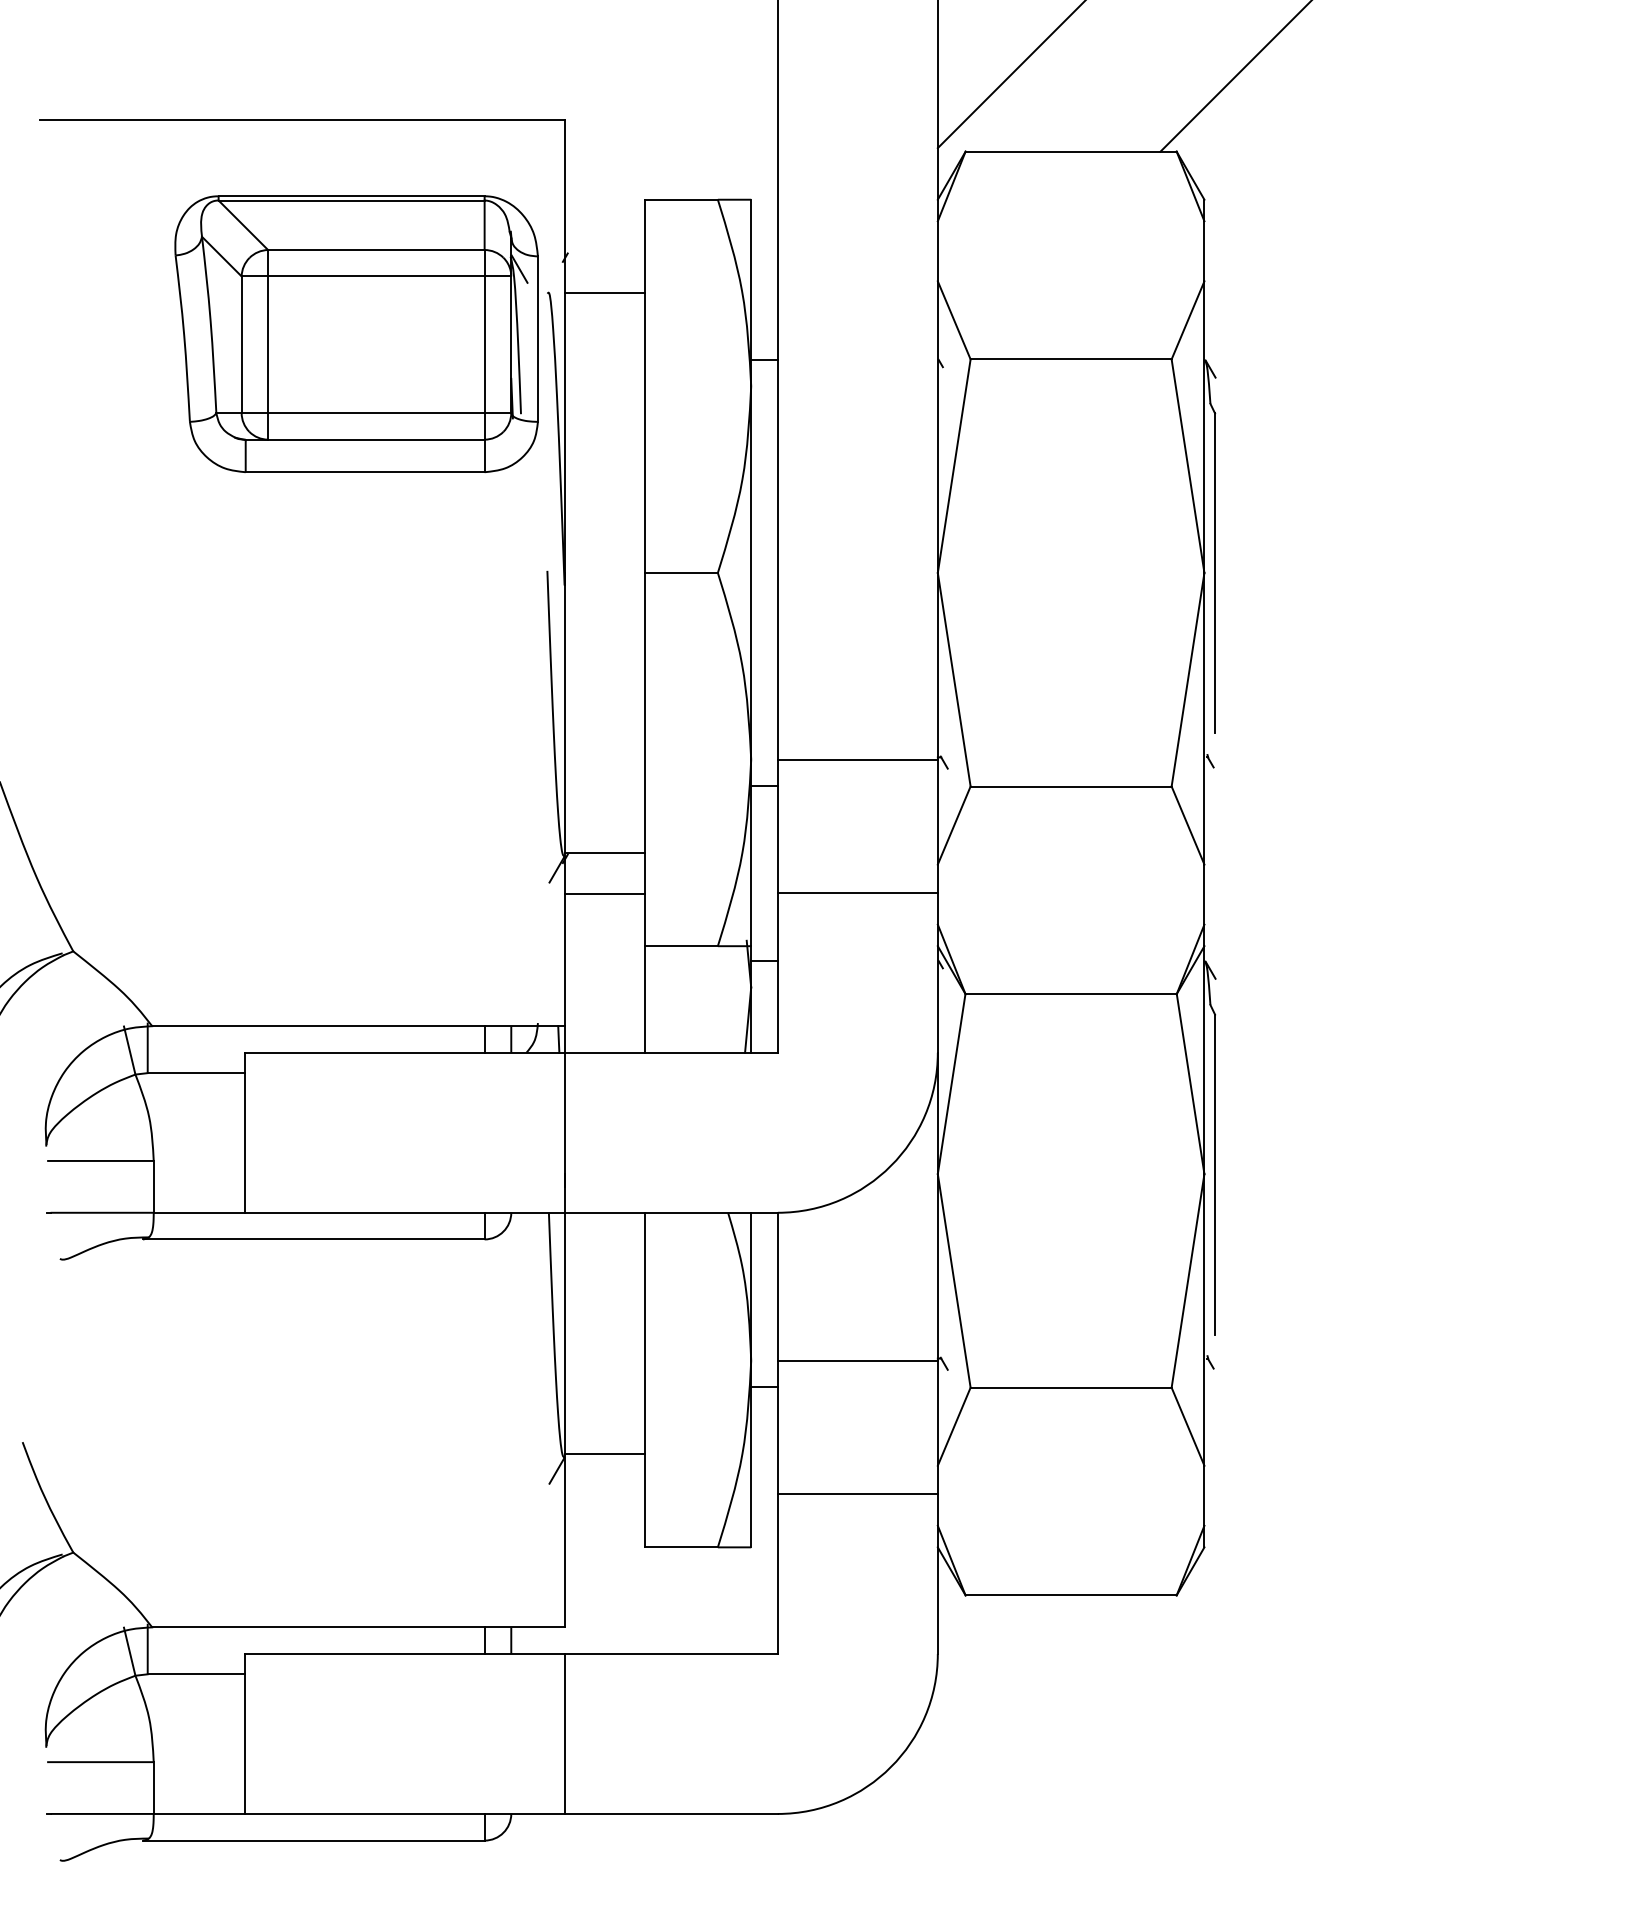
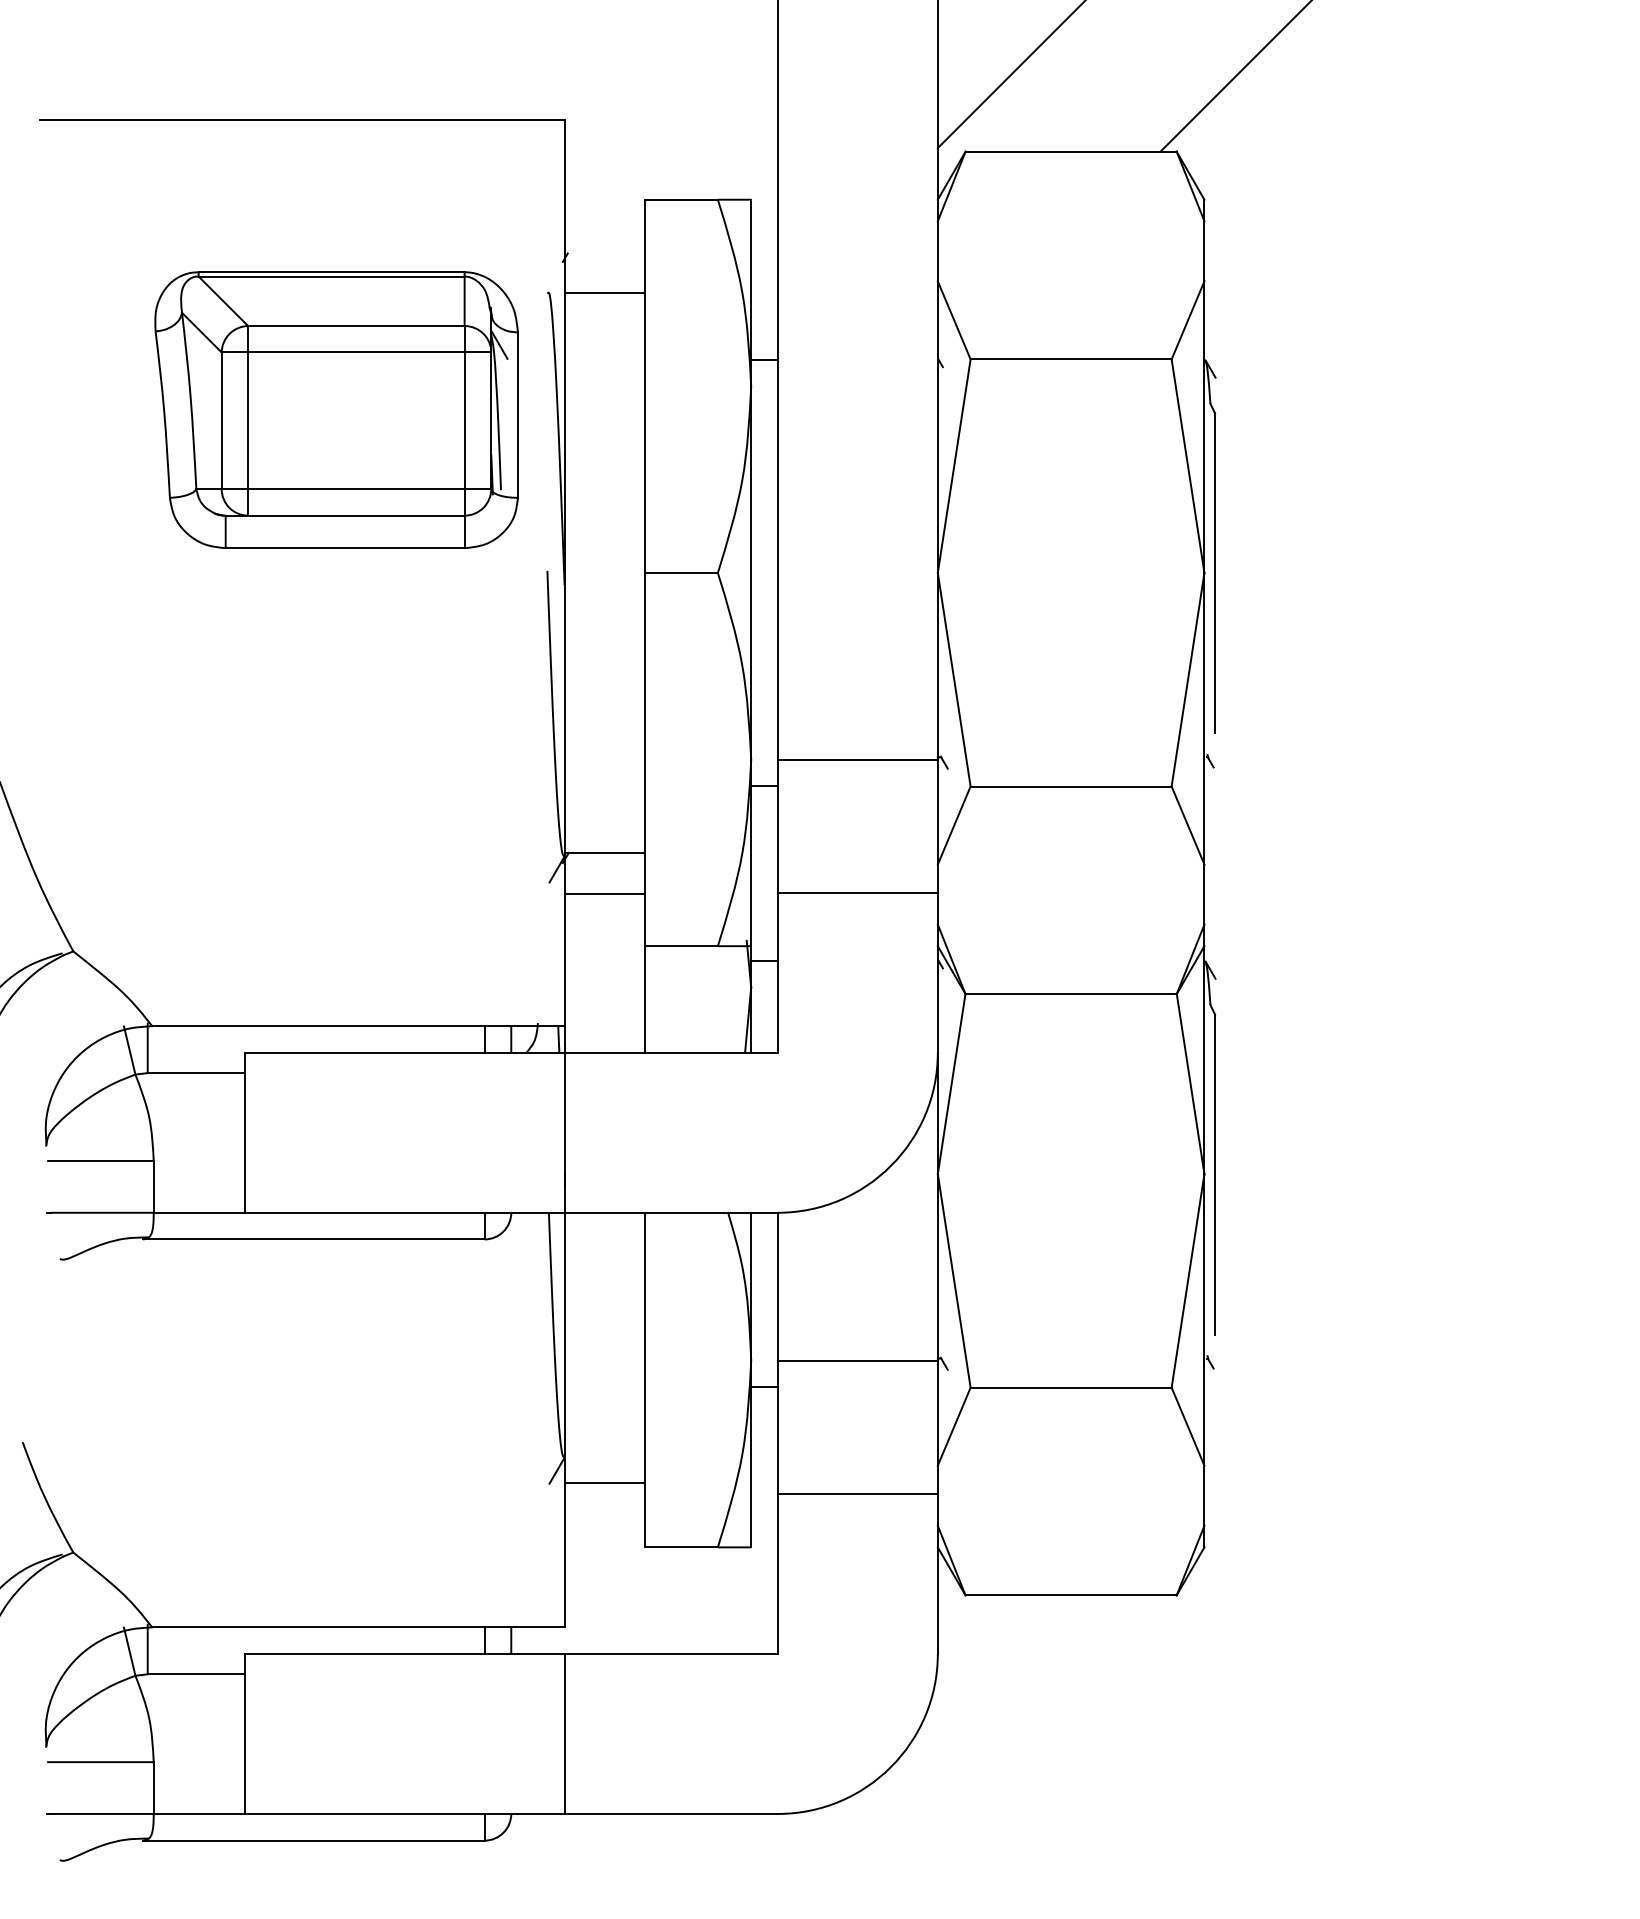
part at (356, 333) position: (356, 333) -> (336, 409)
line at (604, 1454) position: (604, 1454) -> (604, 1483)
